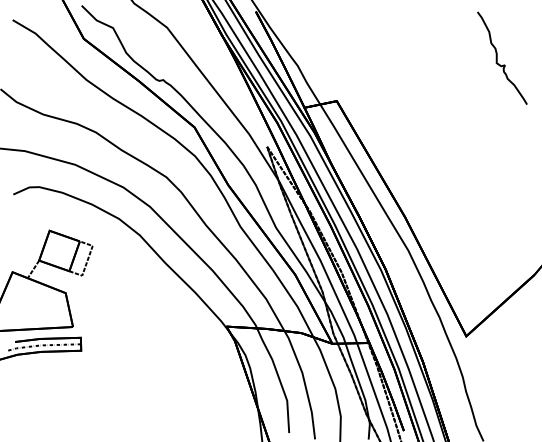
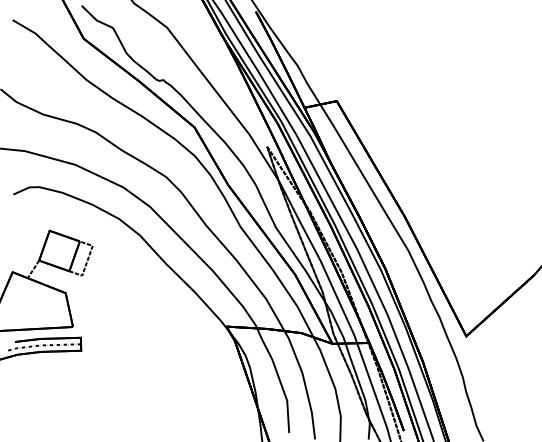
curve at (497, 57): present -> none
